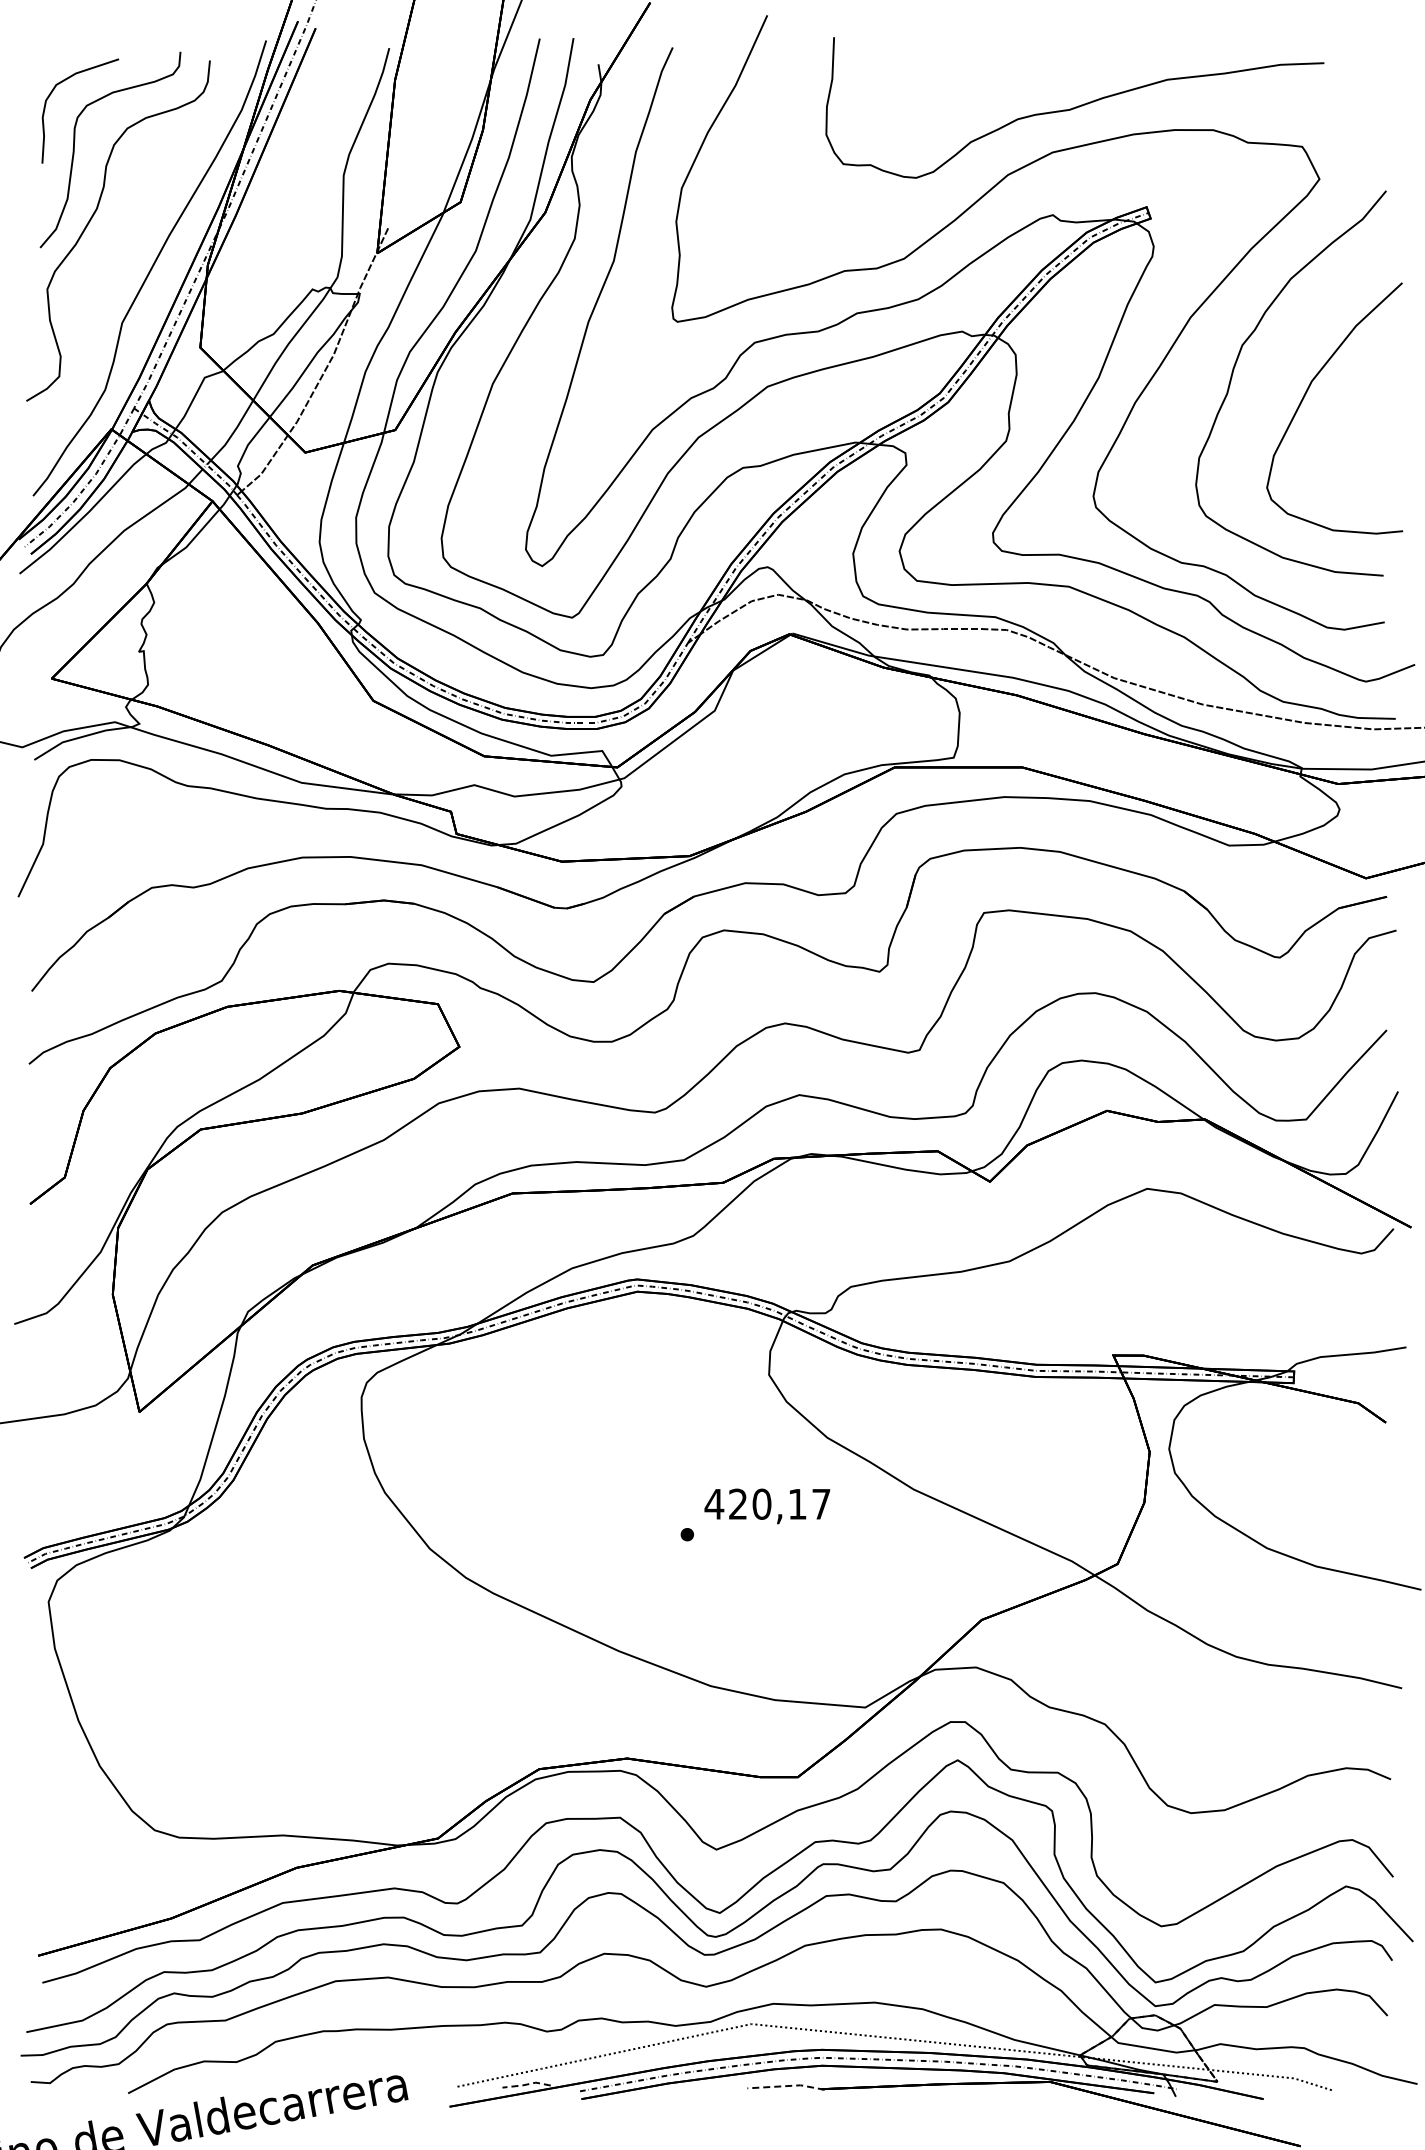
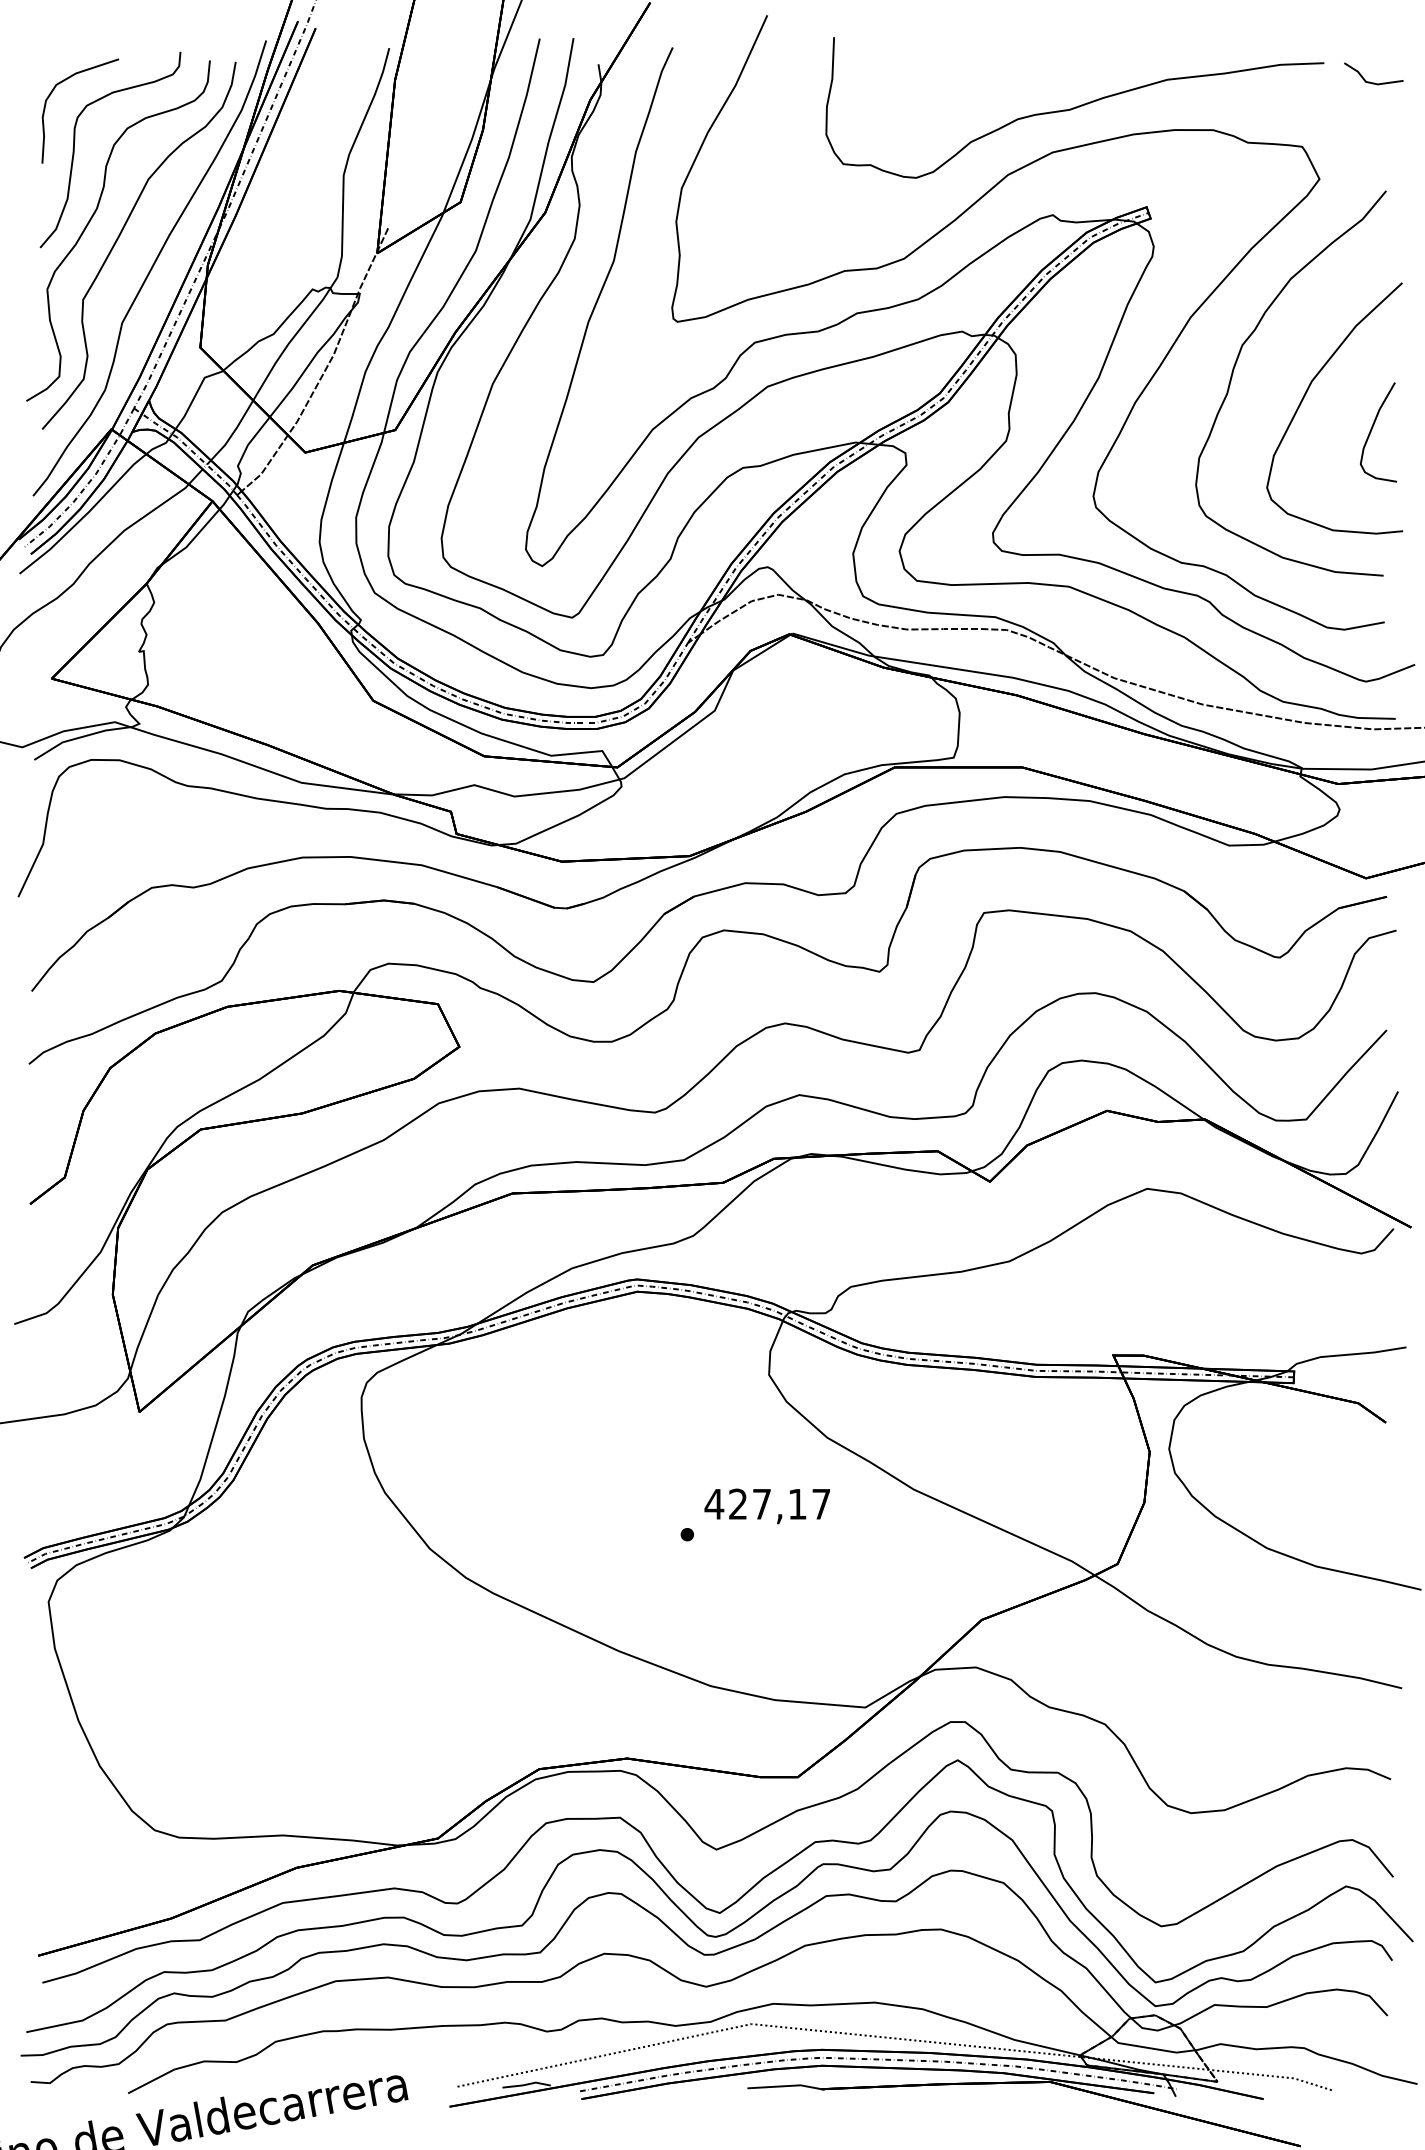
line at (1370, 81): none -> present
curve at (120, 235): none -> present
curve at (1372, 429): none -> present
text at (761, 1503): 420,17 -> 427,17
line at (526, 2084): dashed -> solid
line at (786, 2086): dashed -> solid
